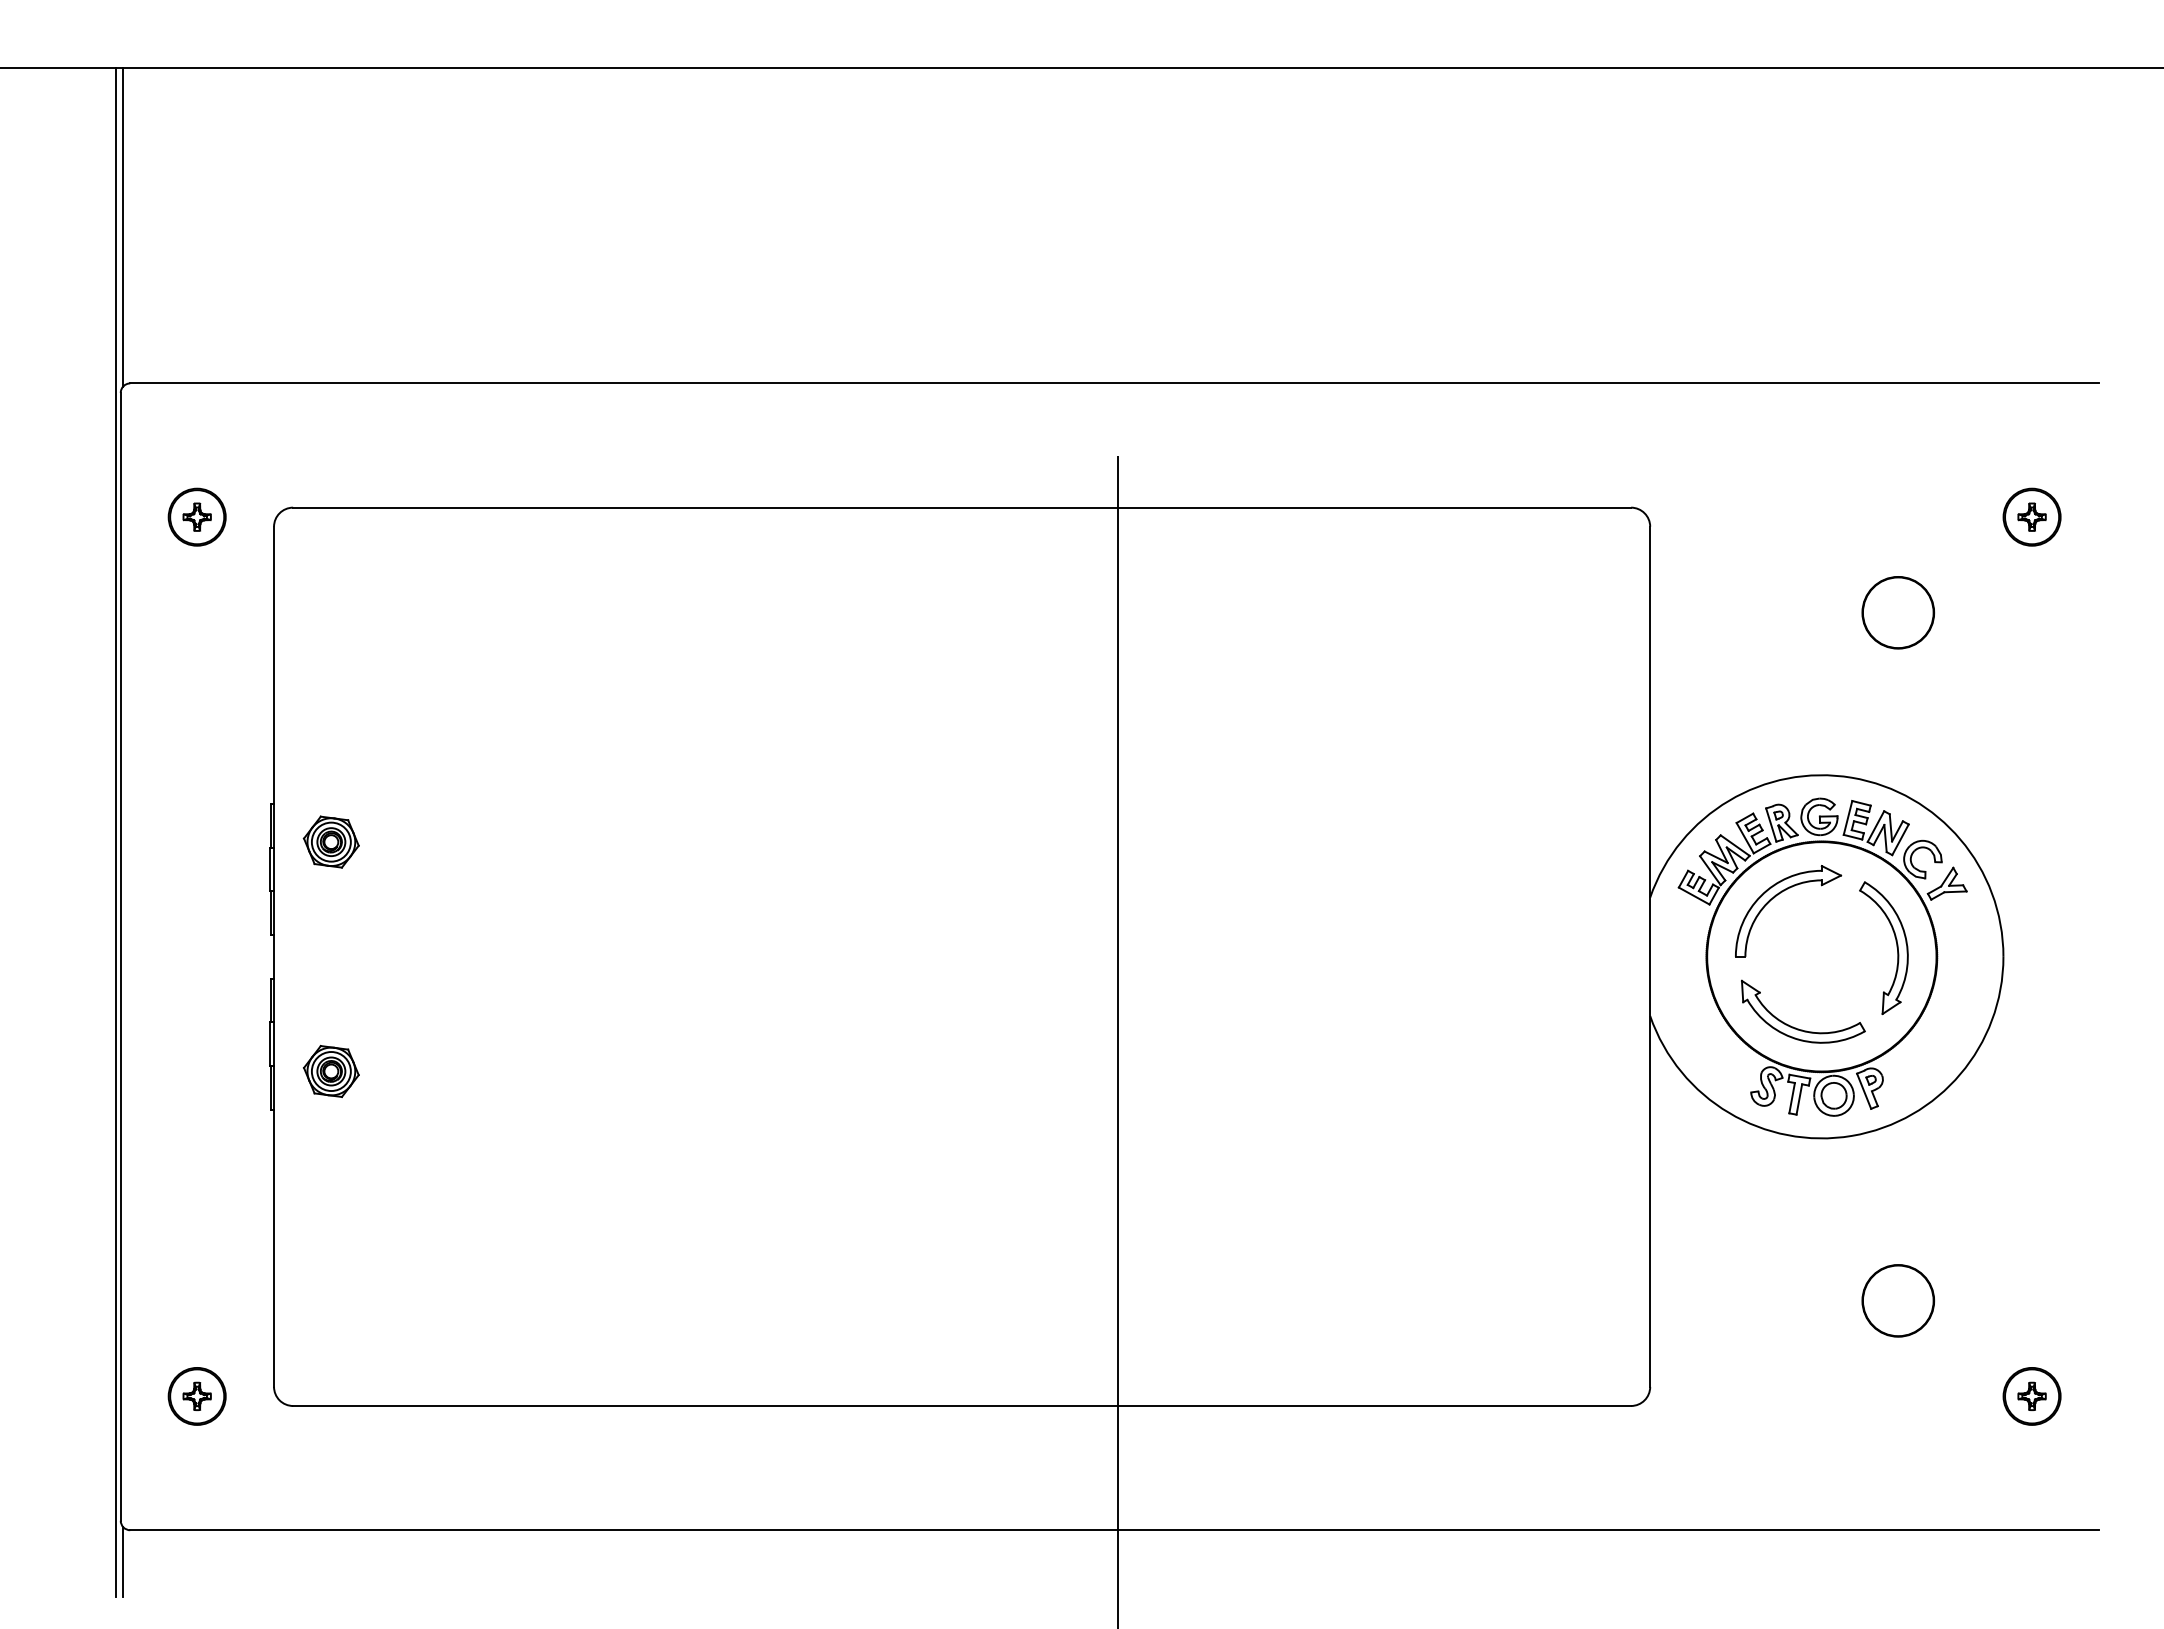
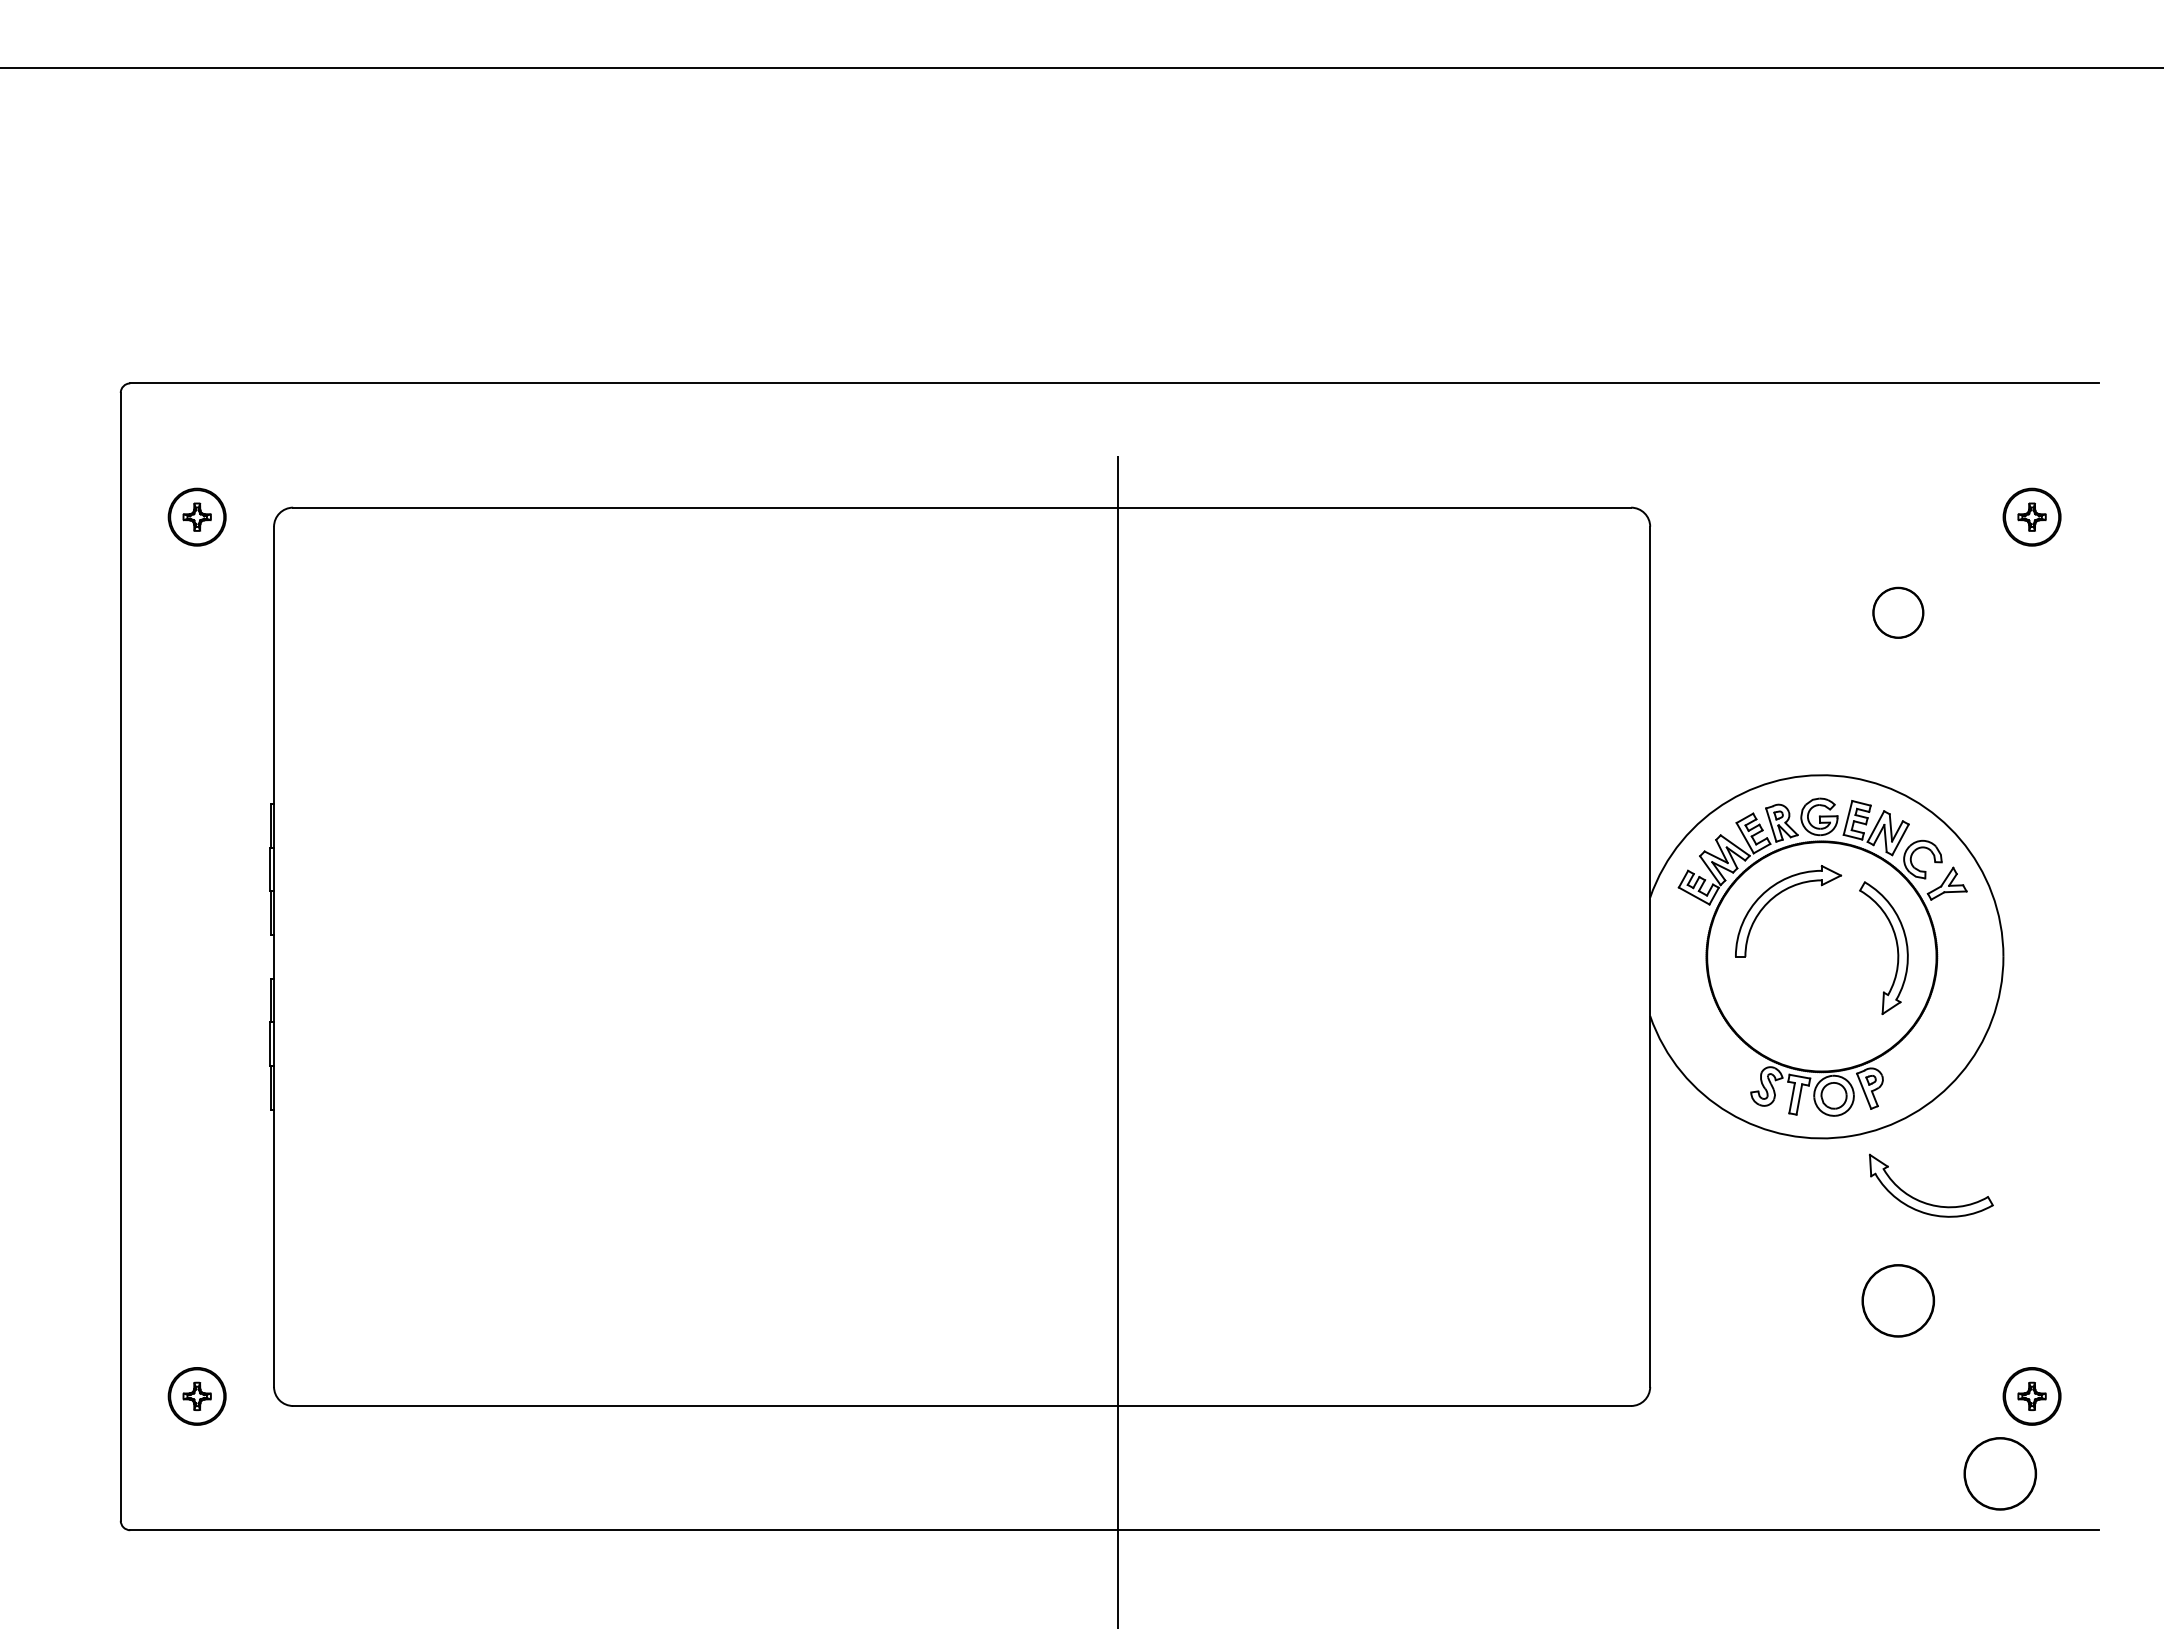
line at (122, 227): present -> none
part at (1898, 612) size: 75x74 px -> 53x53 px
line at (115, 832): present -> none
part at (330, 841): present -> none
part at (1796, 1027) position: (1796, 1027) -> (1924, 1201)
part at (331, 1071): present -> none
circle at (1999, 1473): none -> present
line at (122, 1561): present -> none
